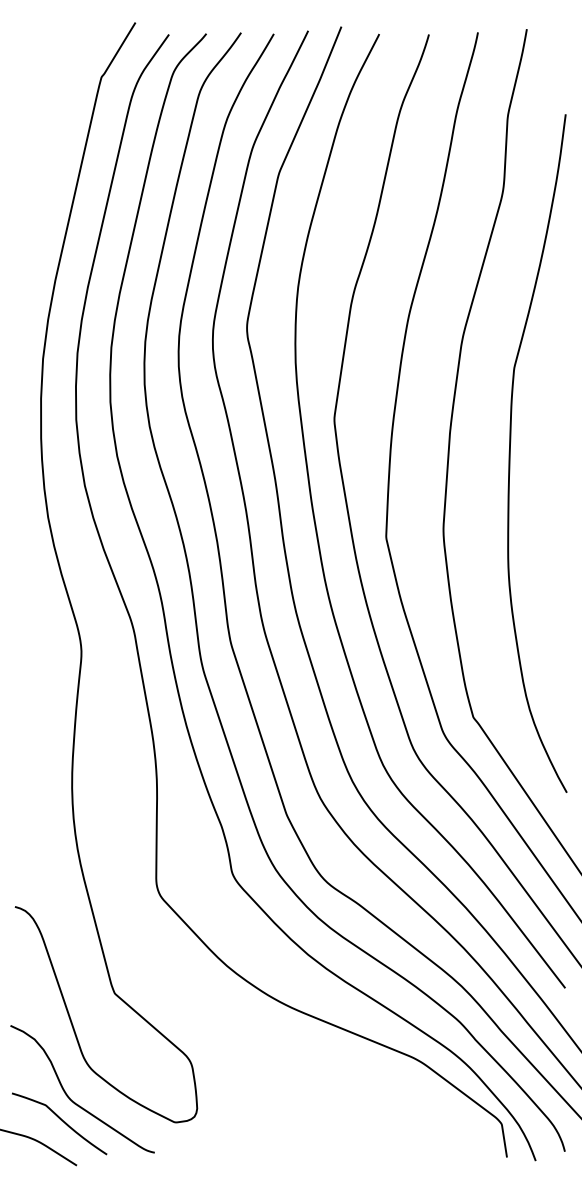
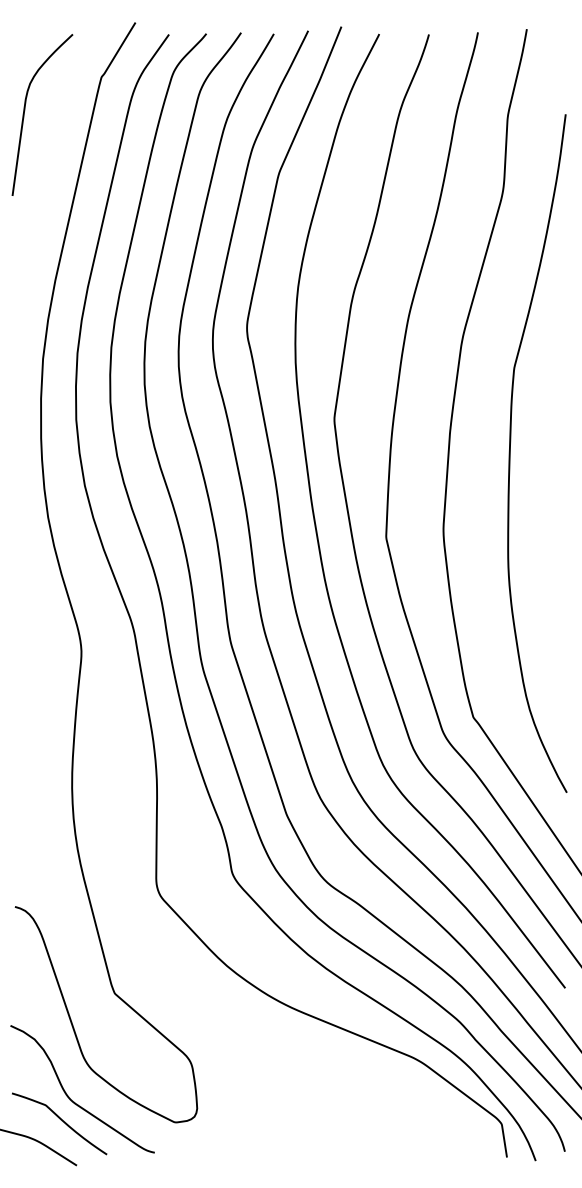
curve at (25, 110): none -> present
